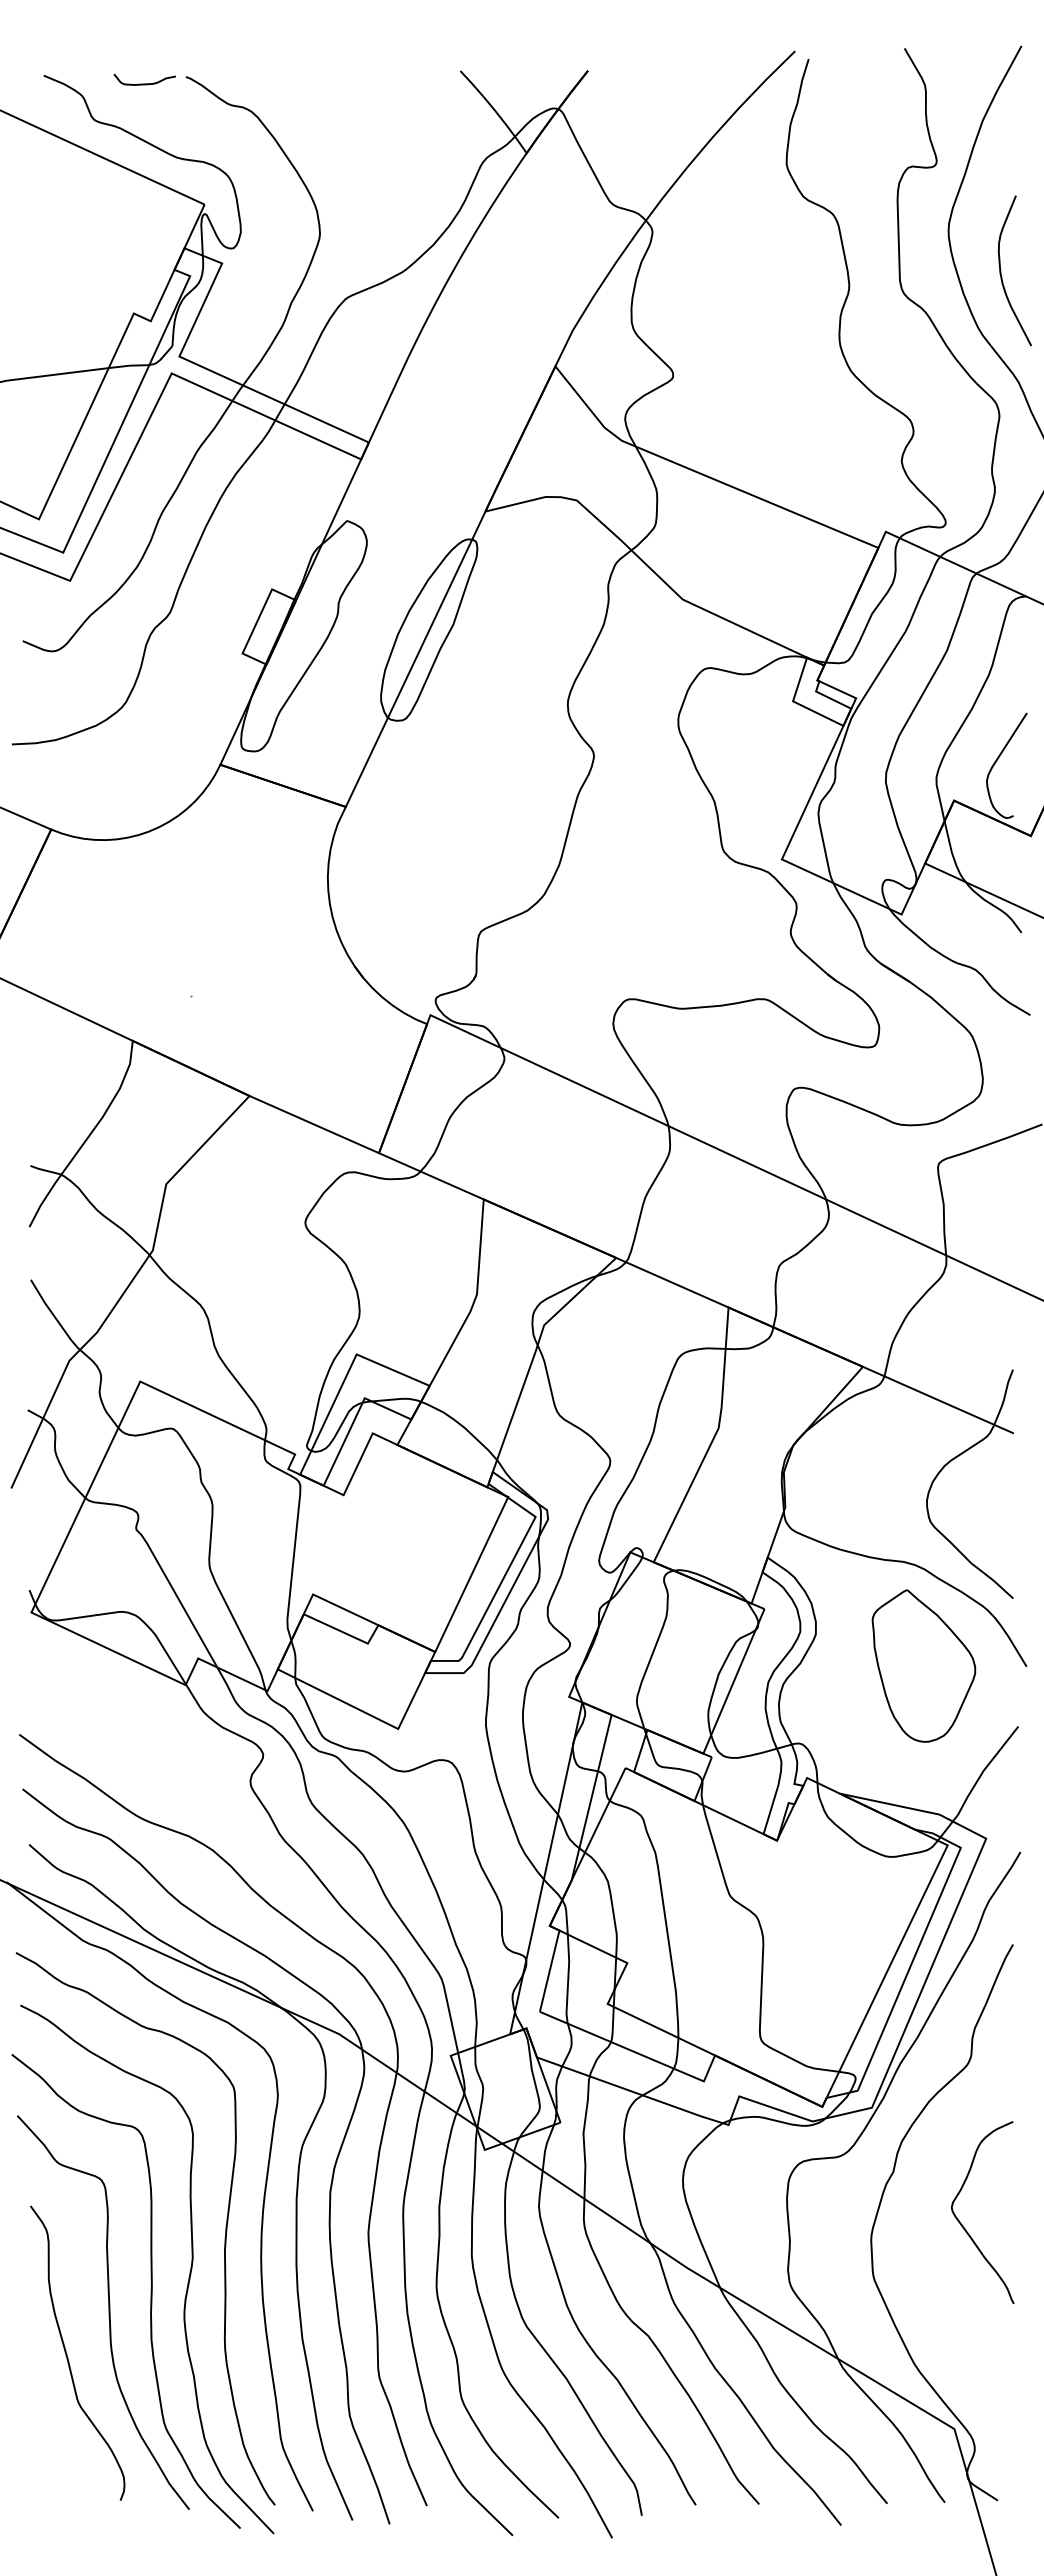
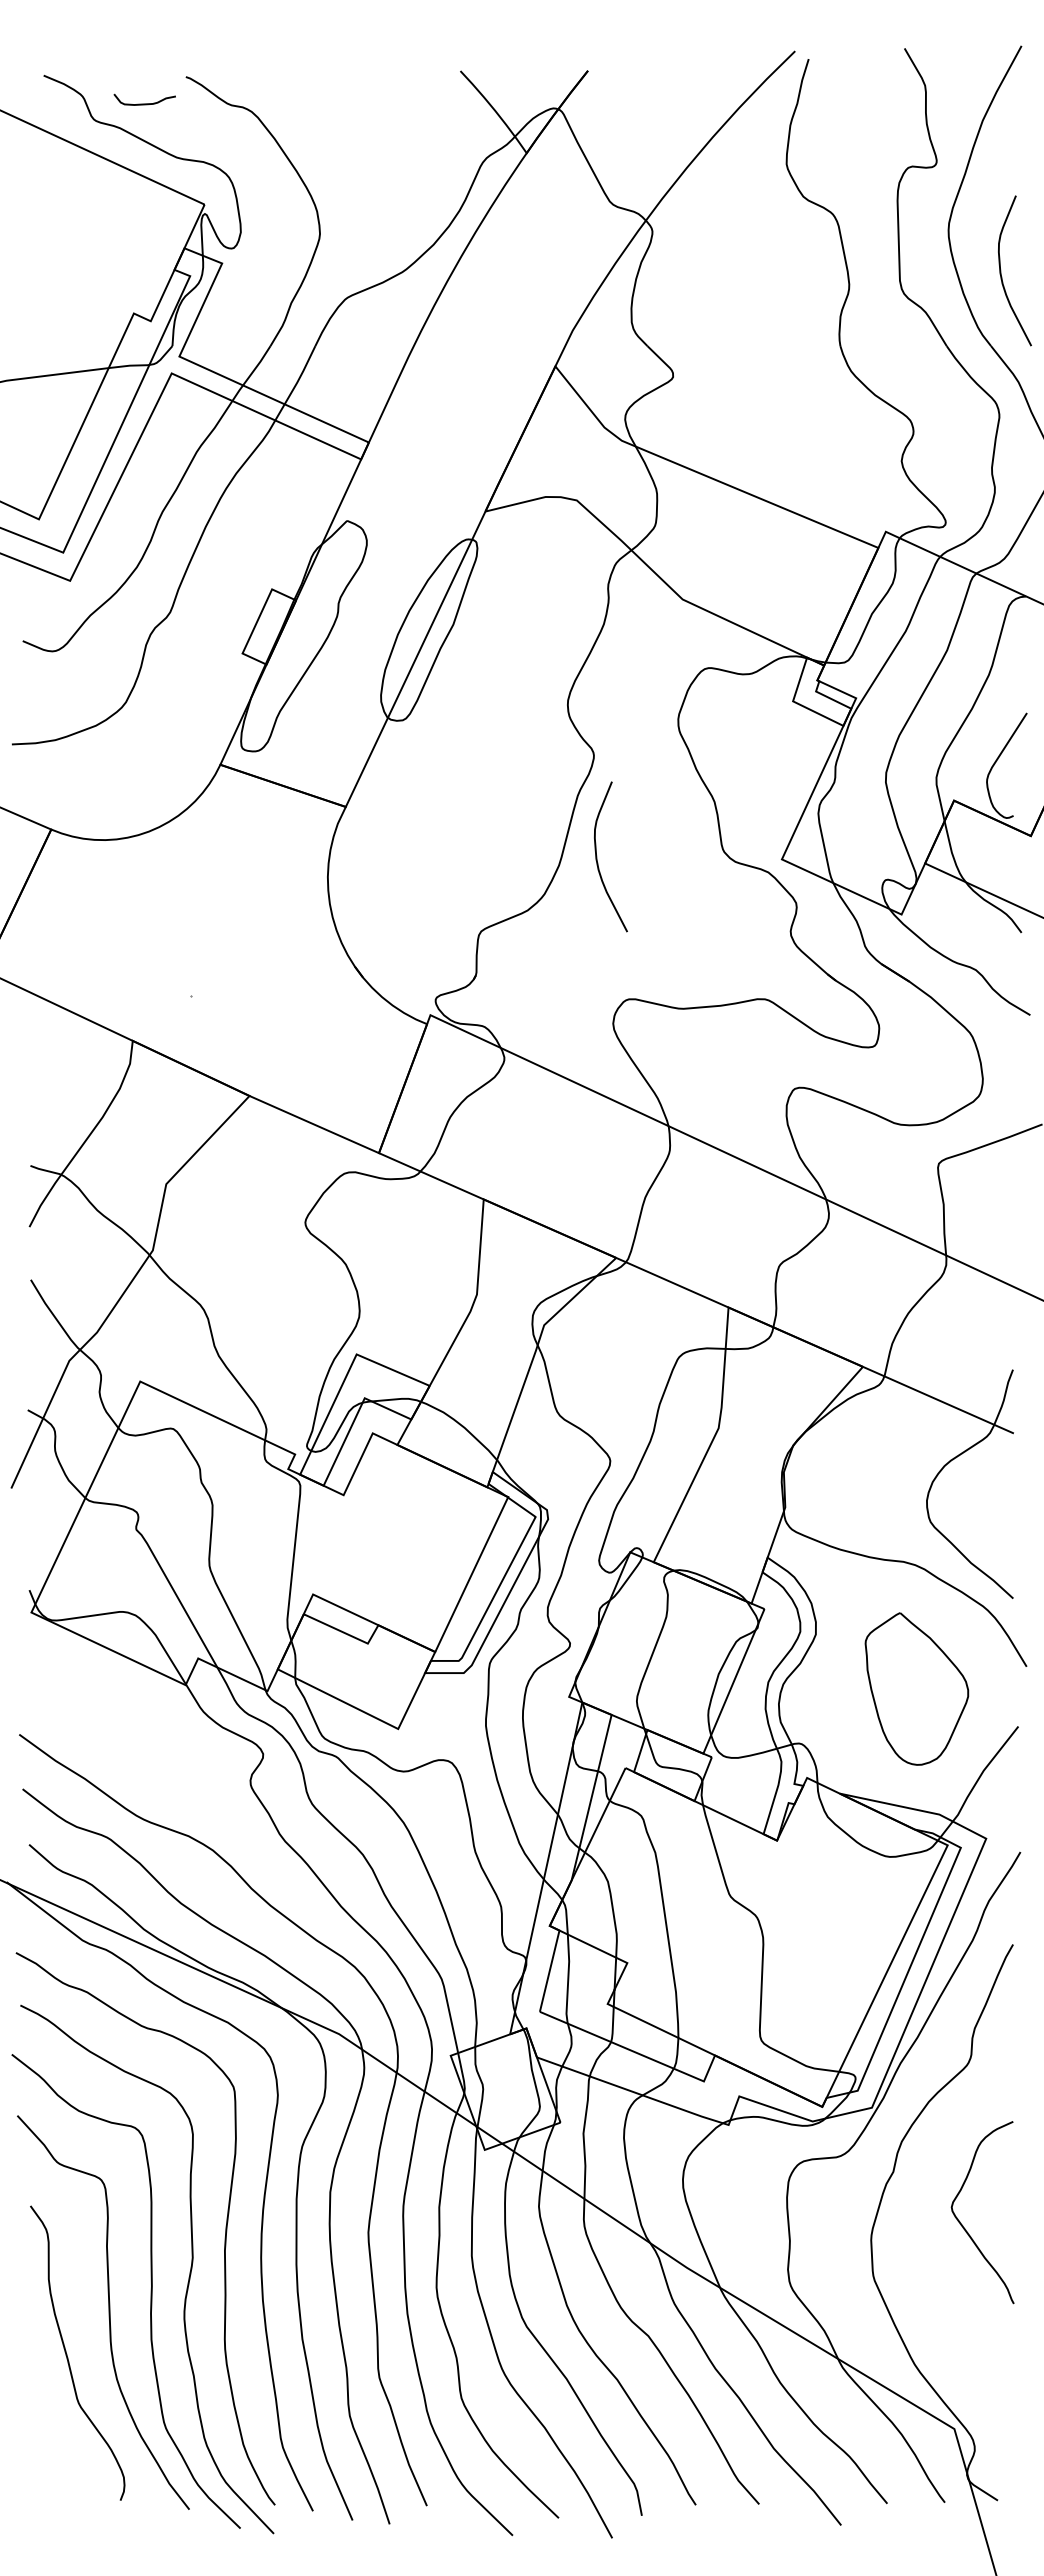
curve at (144, 83) position: (144, 83) -> (144, 103)
curve at (597, 856): none -> present
part at (923, 1665) position: (923, 1665) -> (916, 1688)
